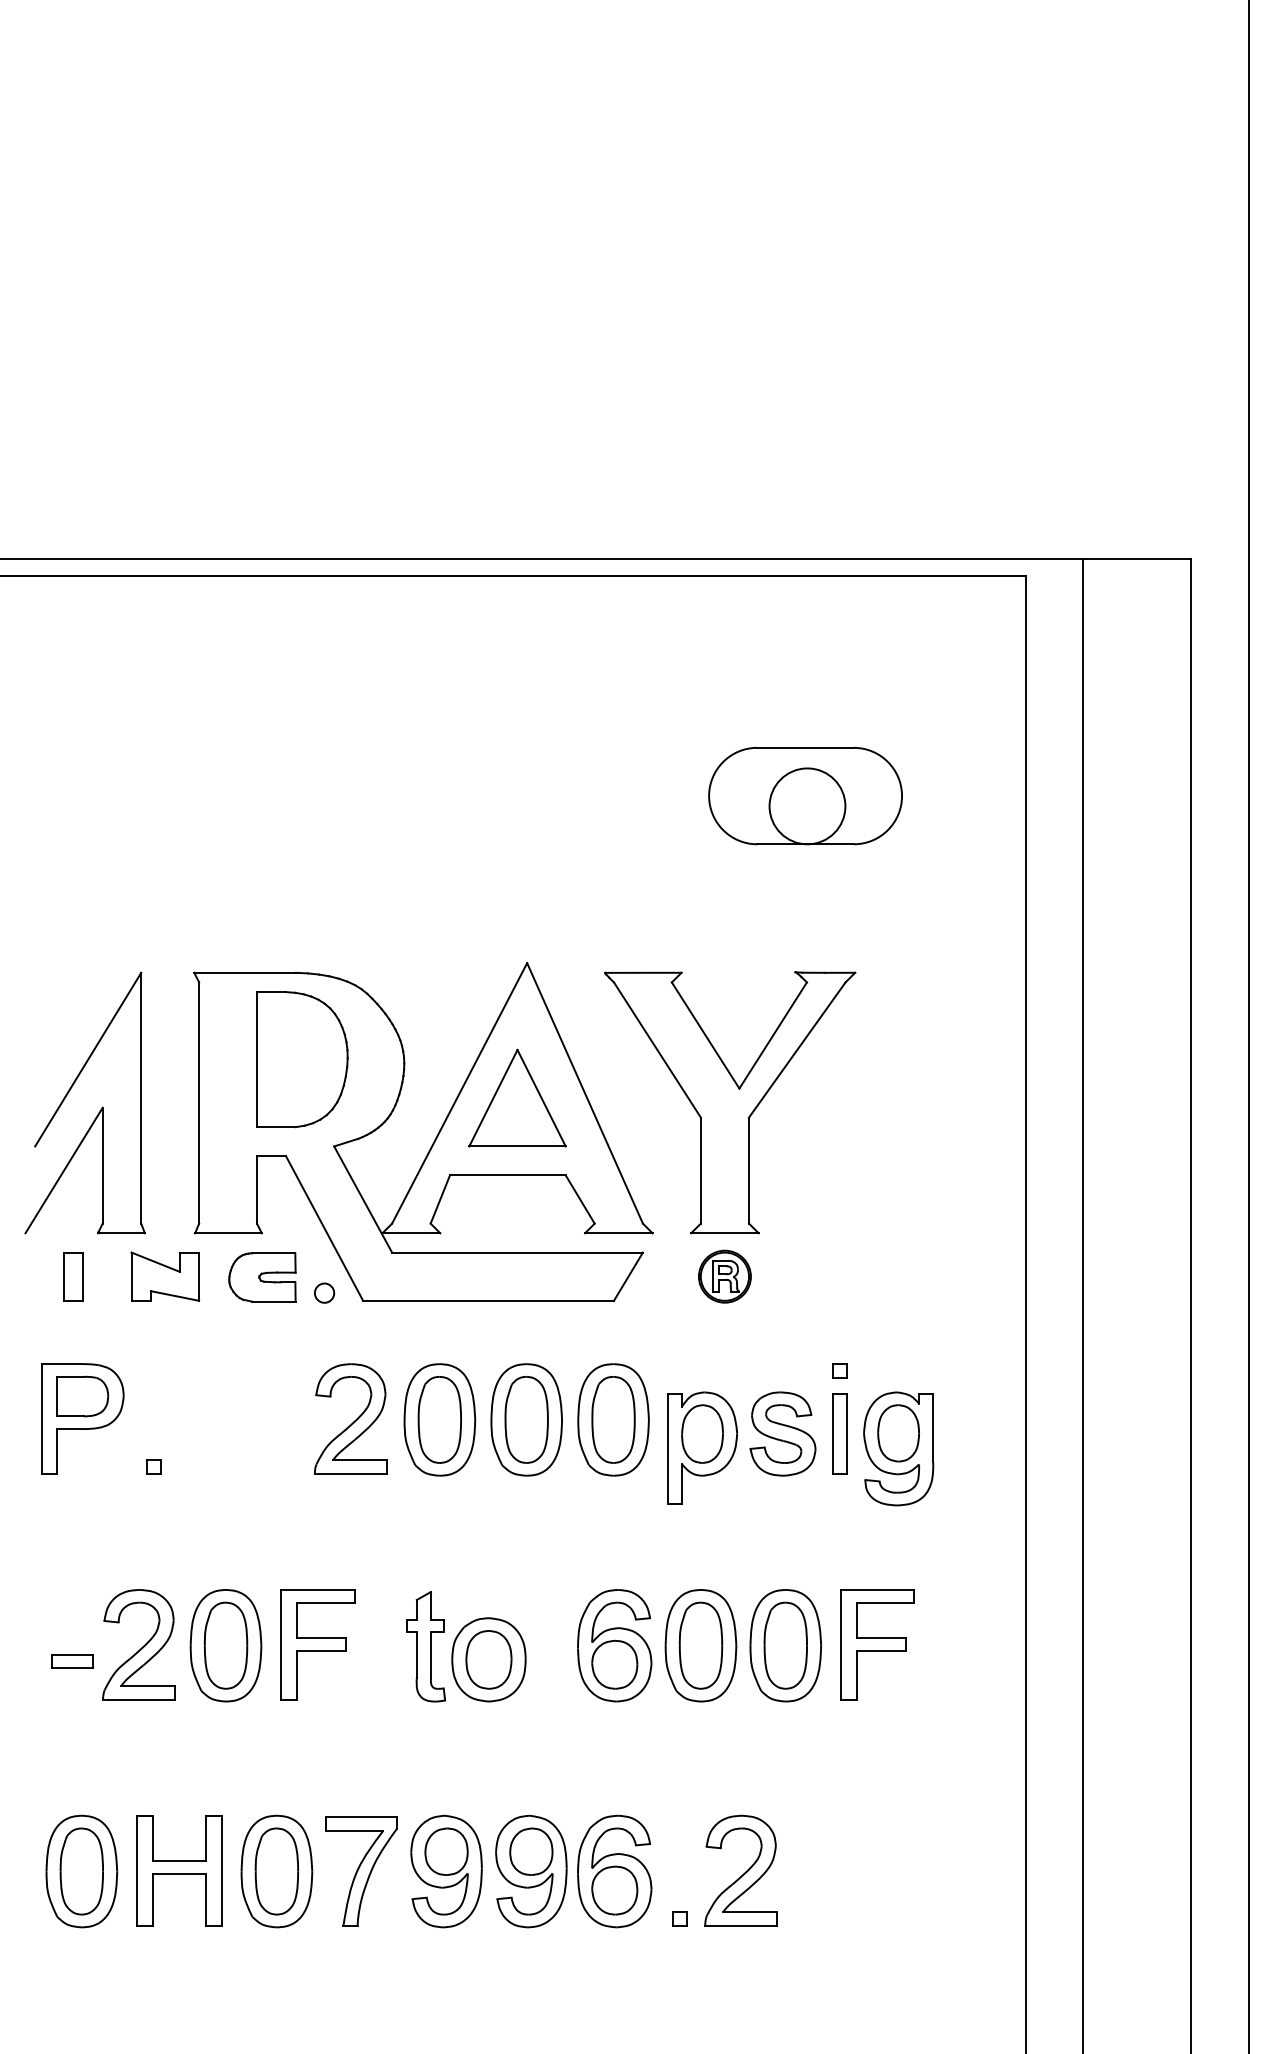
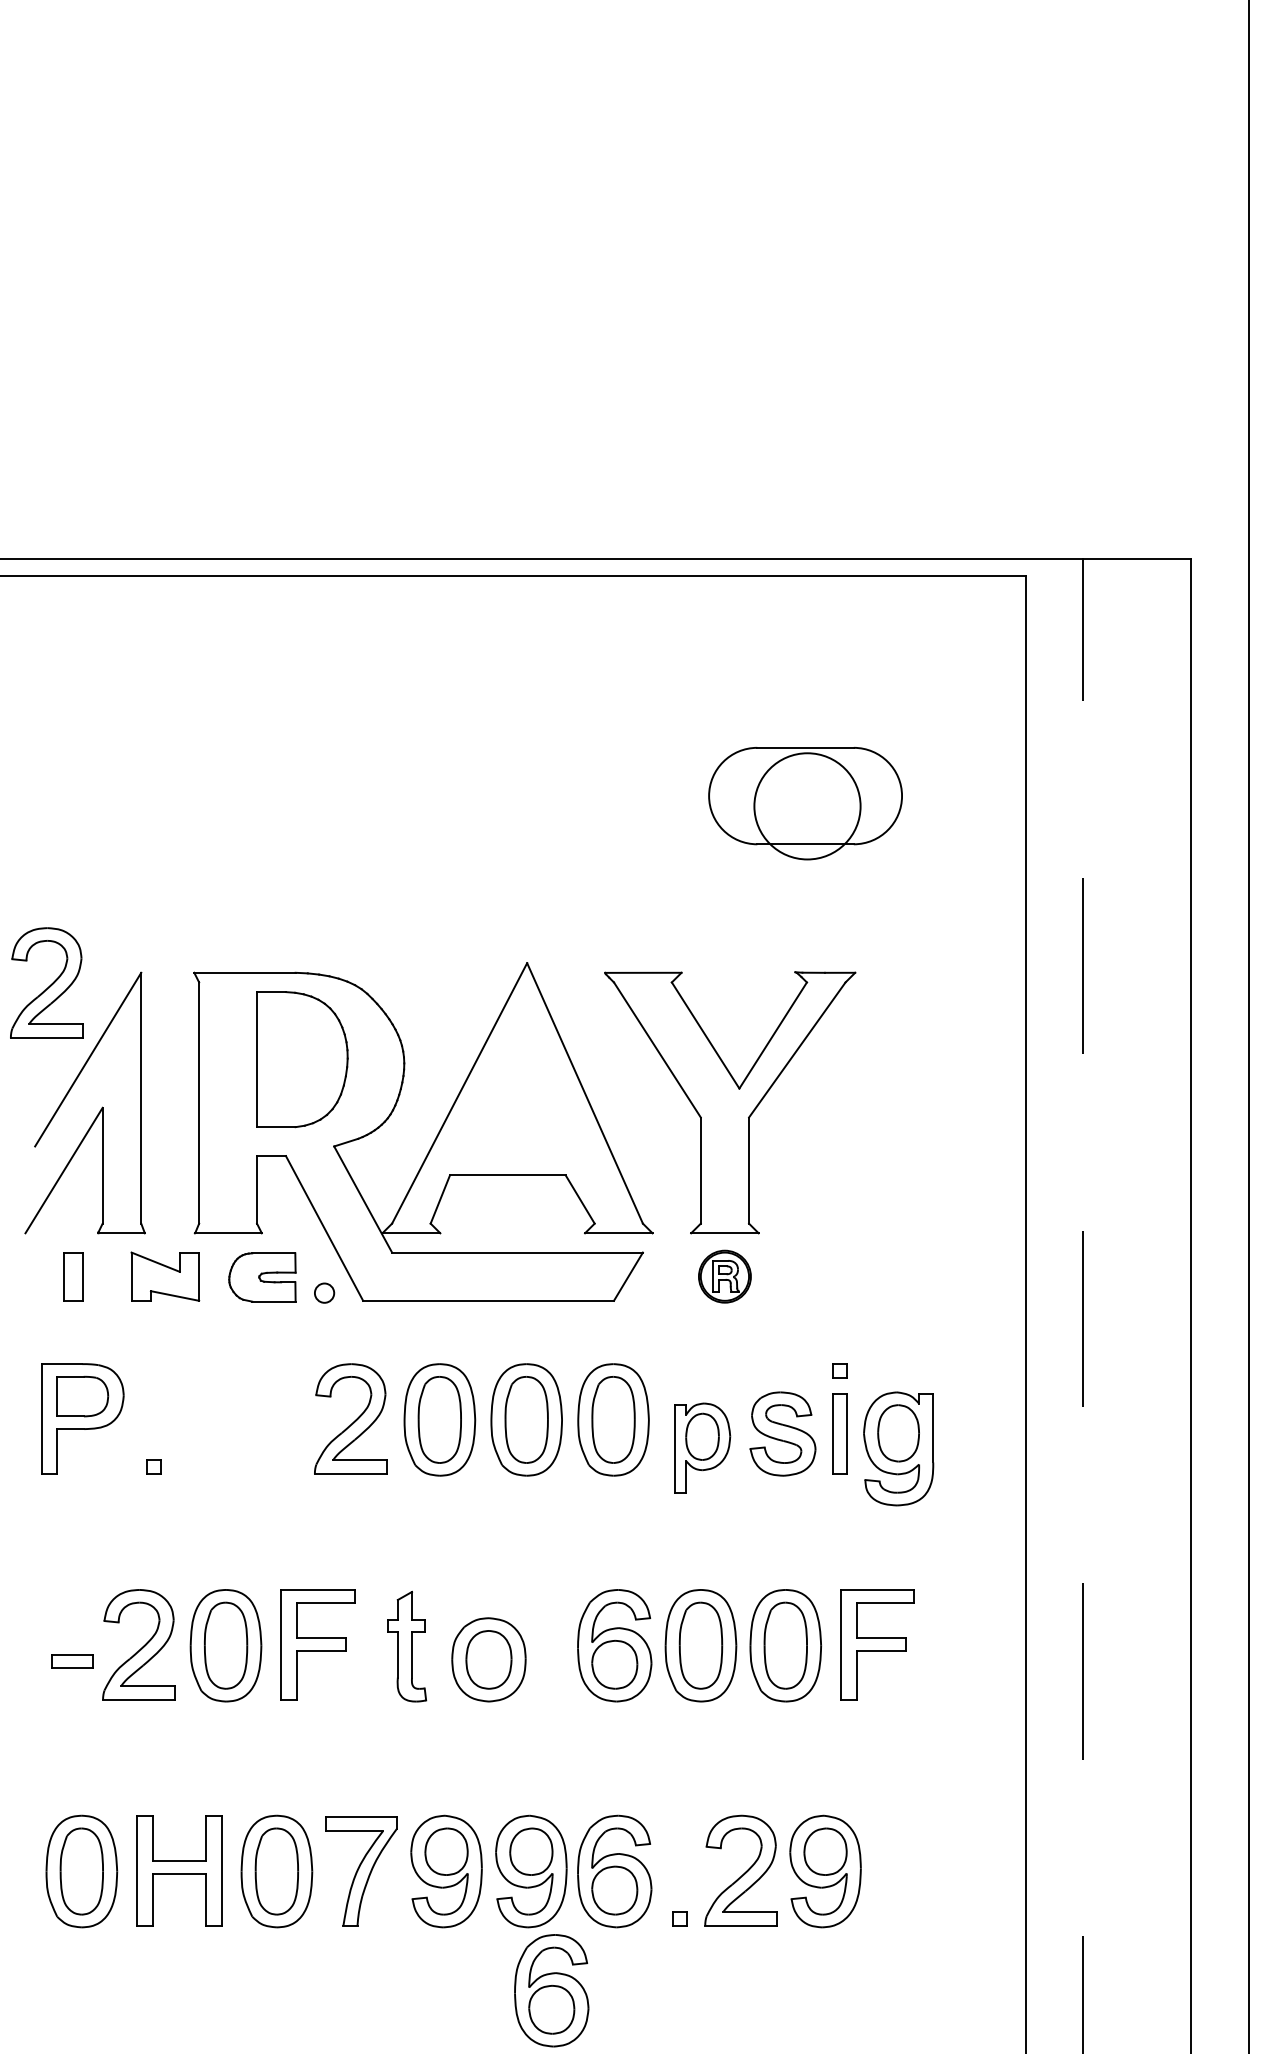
circle at (807, 806) diameter: 76 px -> 106 px
part at (46, 982): none -> present
part at (517, 1097): present -> none
line at (1083, 1305): solid -> dashed
part at (702, 1447) size: 71x114 px -> 58x92 px
part at (426, 1646) position: (426, 1646) -> (407, 1646)
part at (825, 1871): none -> present
part at (551, 1990): none -> present
